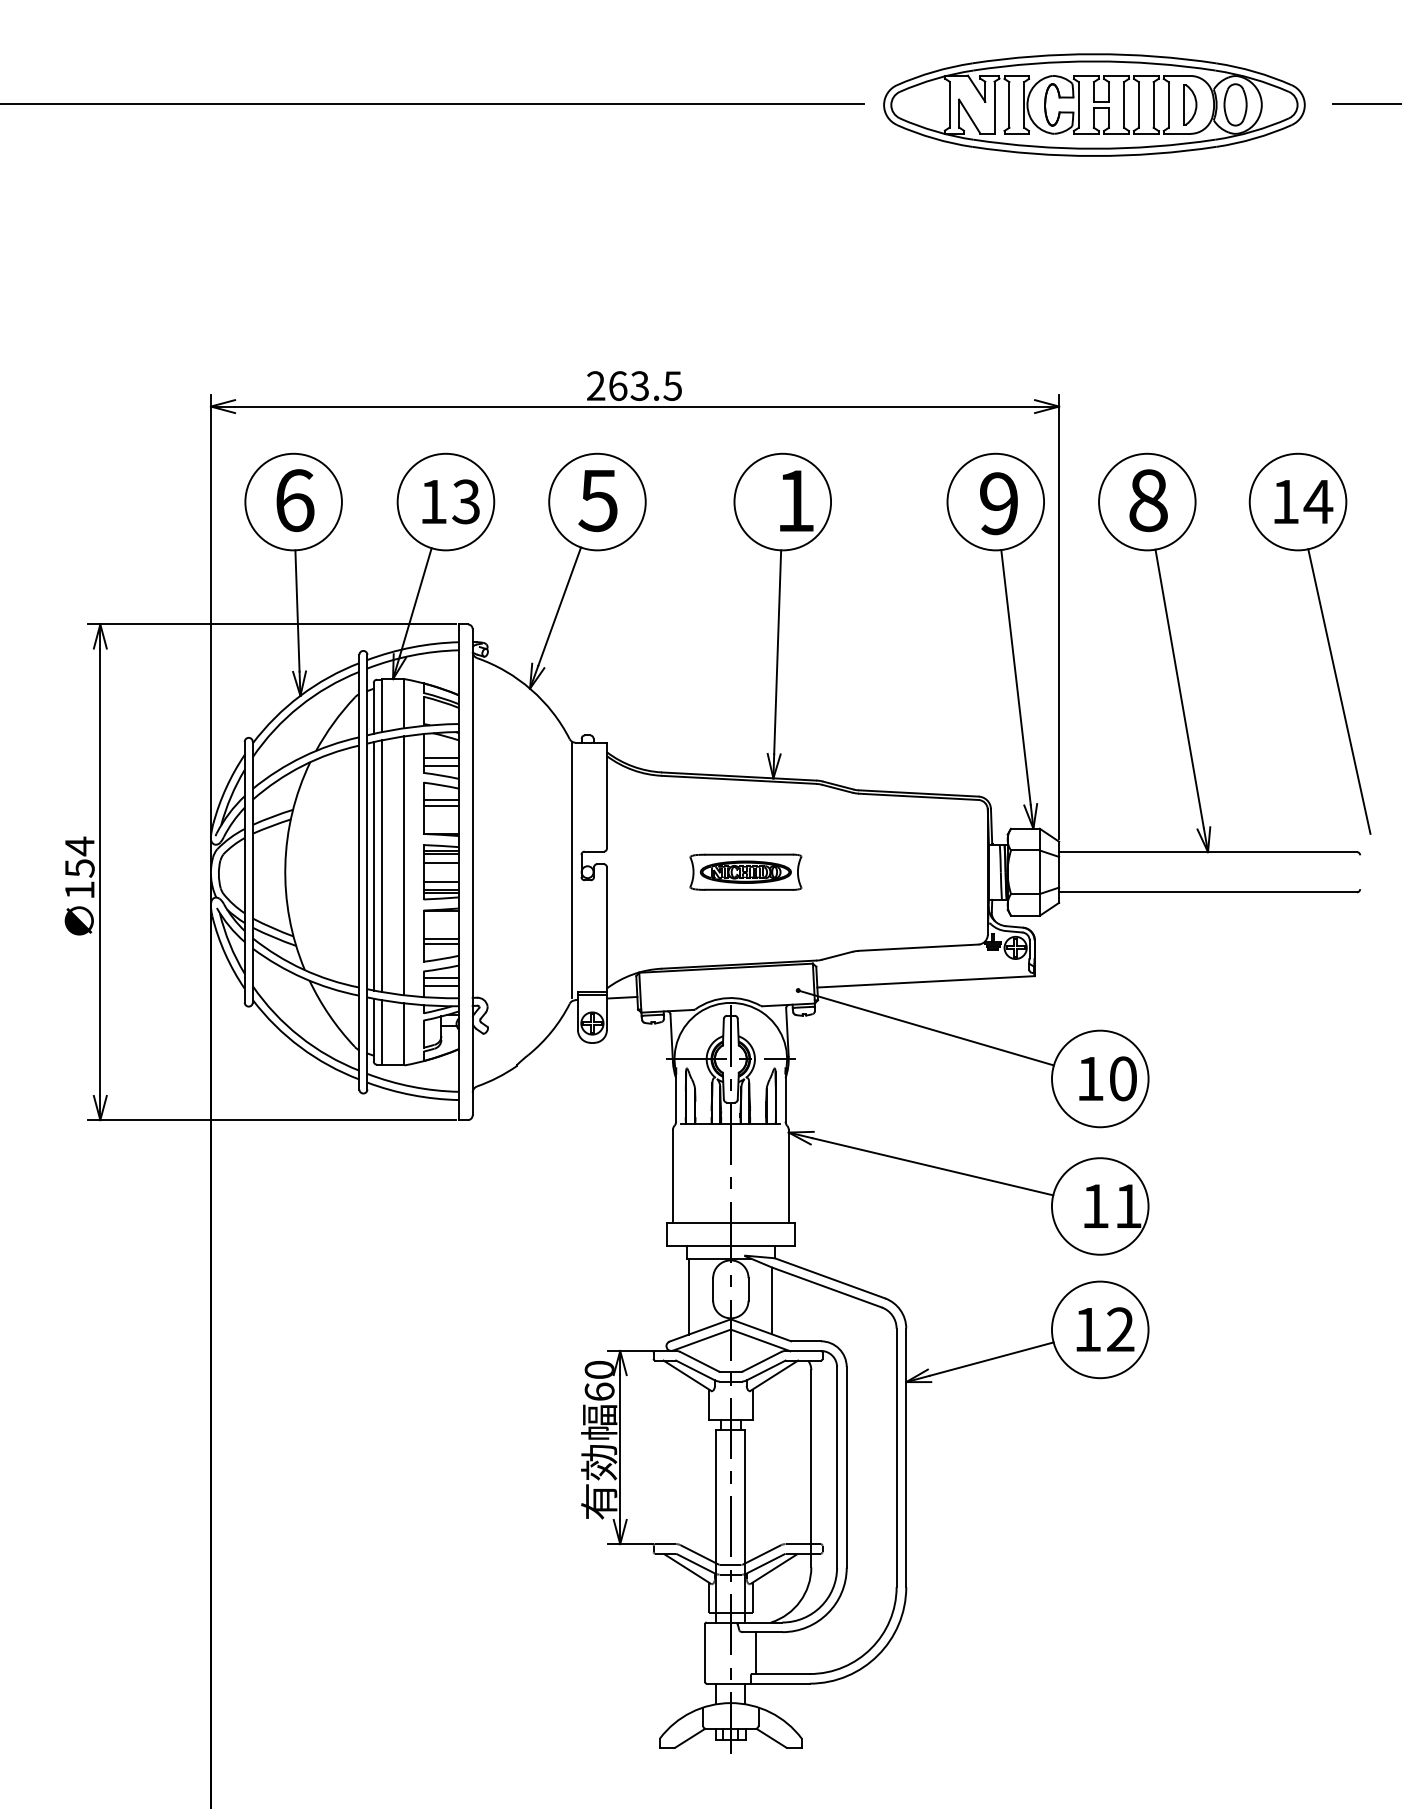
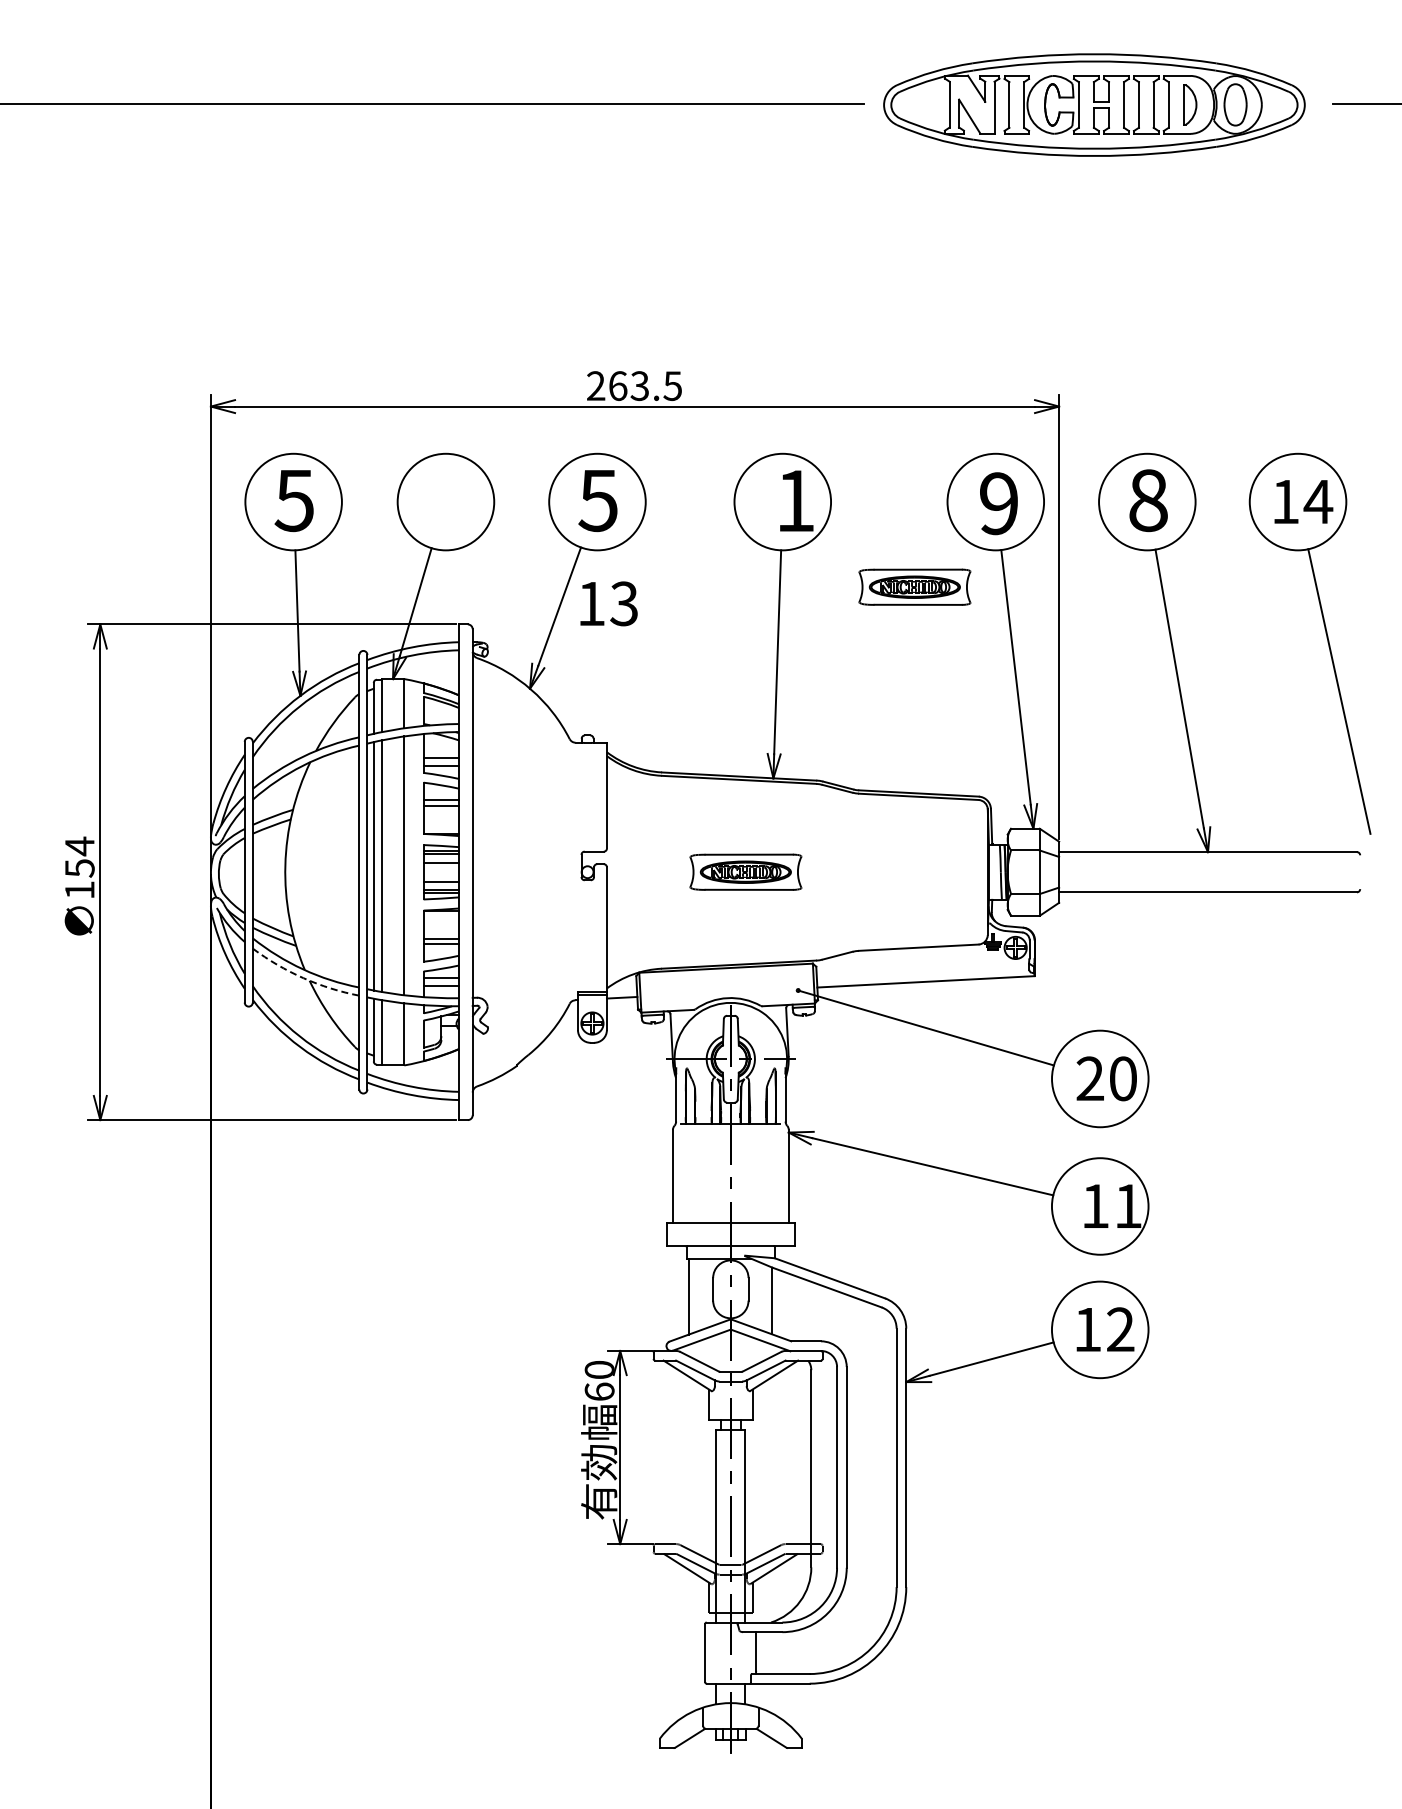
text at (294, 500): 6 -> 5
text at (450, 501) position: (450, 501) -> (608, 603)
part at (914, 586): none -> present
line at (571, 869): present -> none
arc at (303, 978): solid -> dashed
text at (1089, 1078): 10 -> 20
